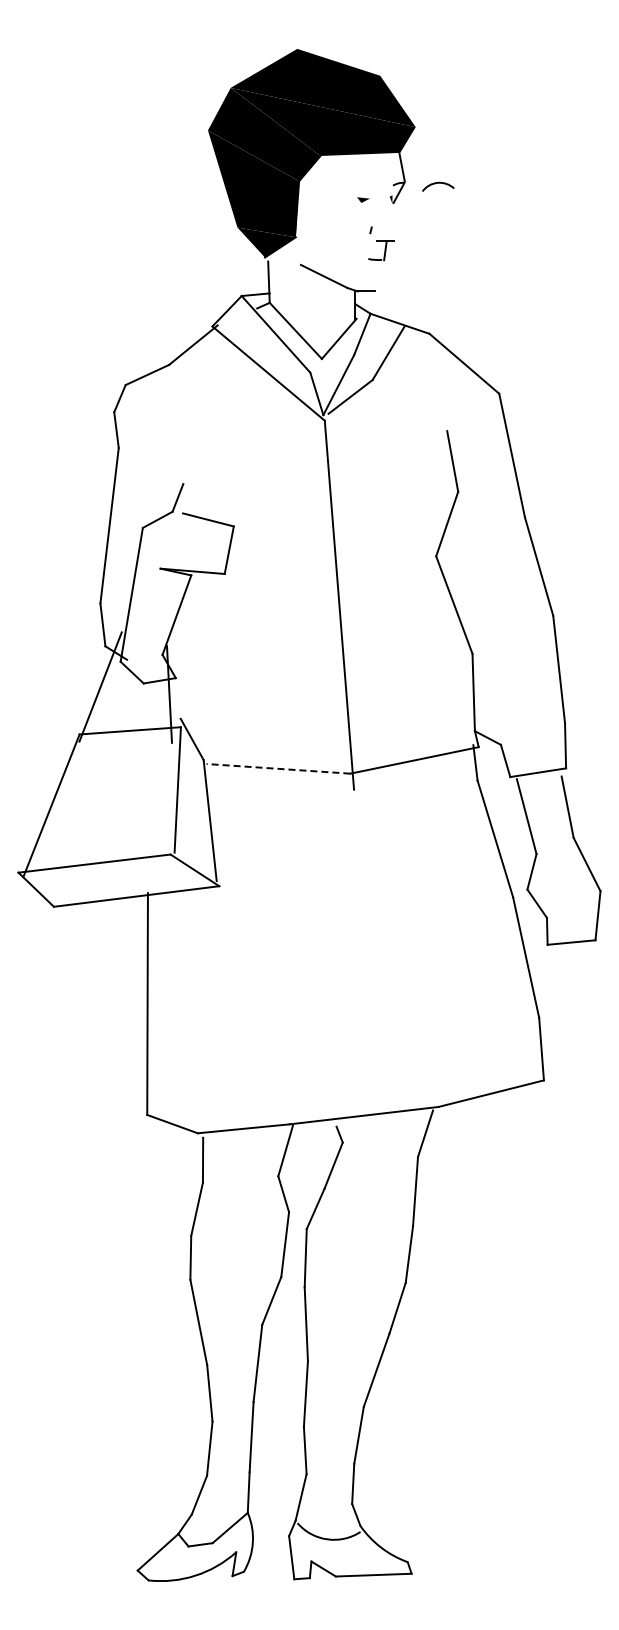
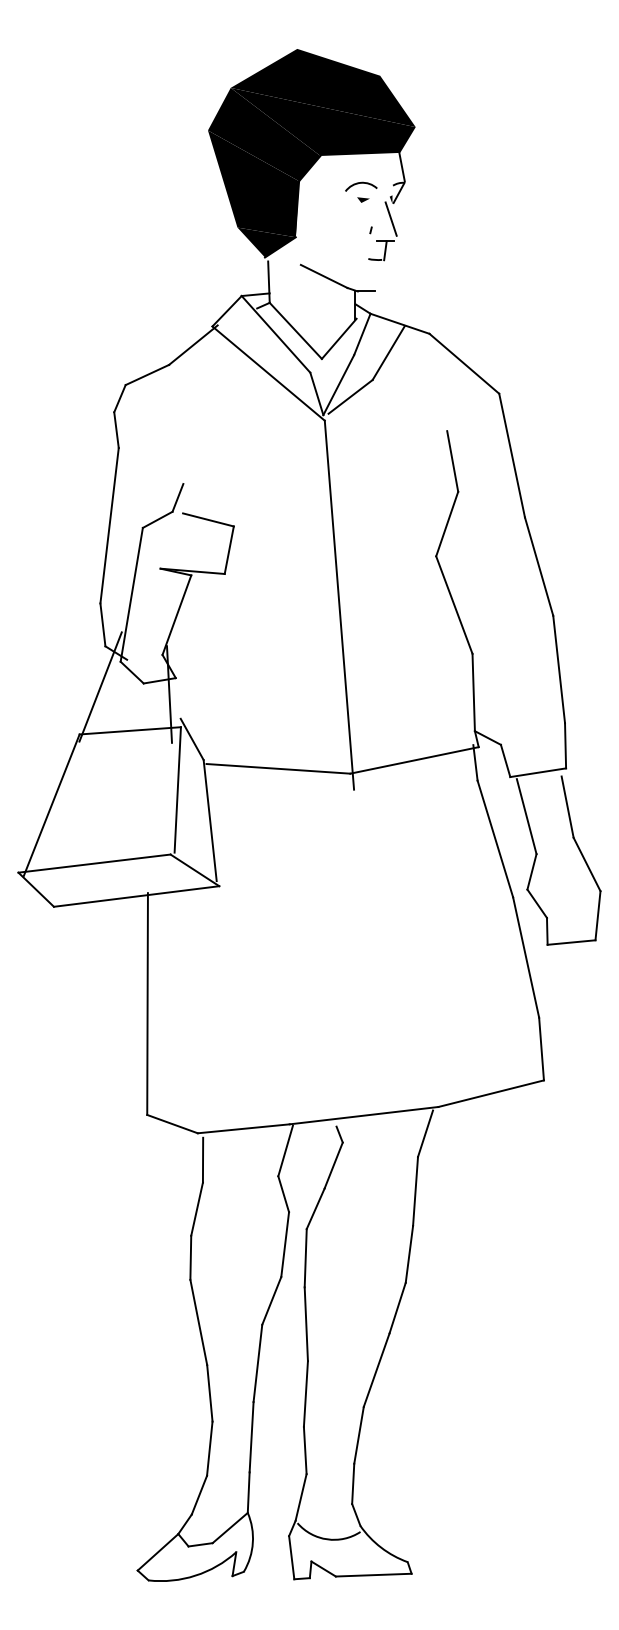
arc at (438, 183) position: (438, 183) -> (361, 183)
line at (390, 218): none -> present
line at (277, 768): dashed -> solid
